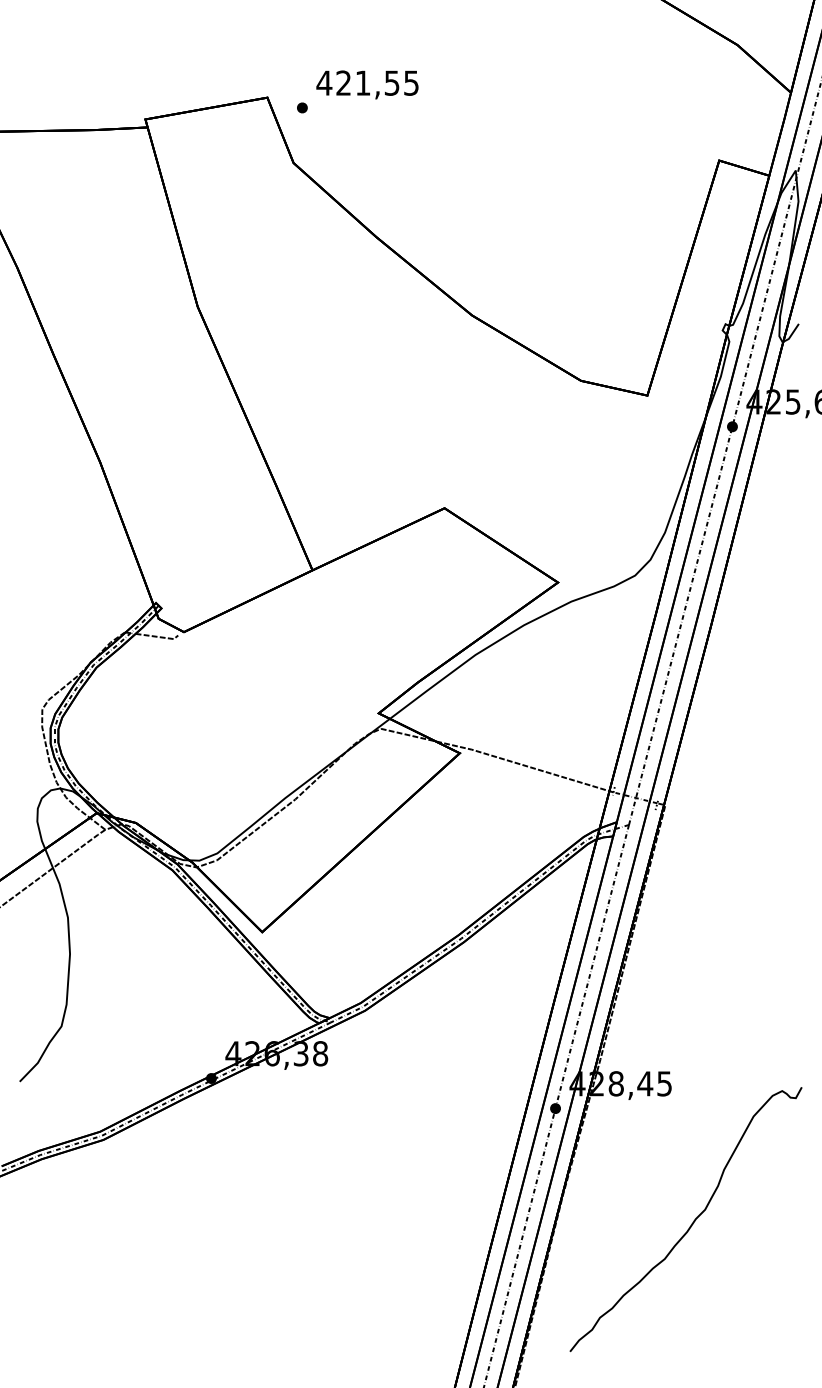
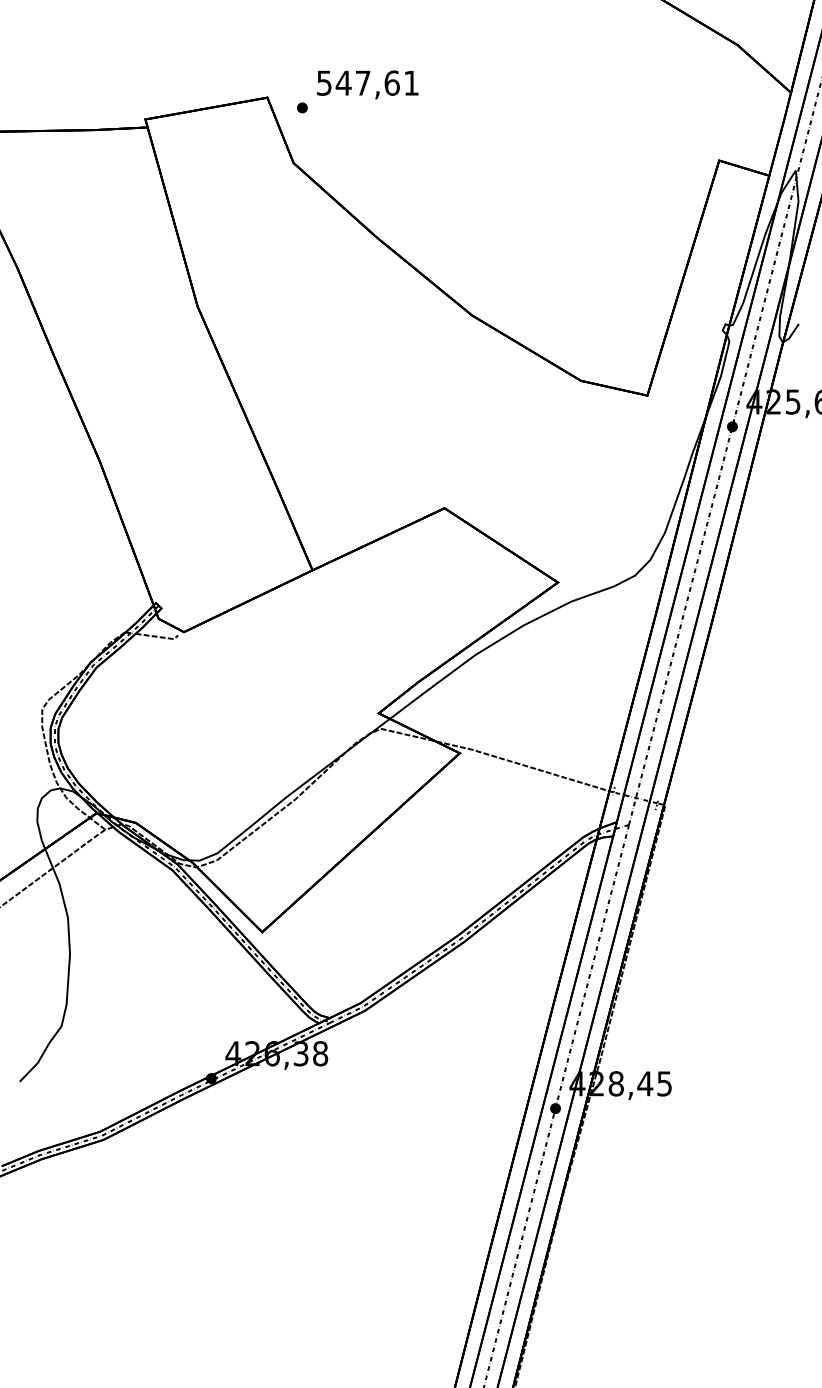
text at (367, 82): 421,55 -> 547,61
curve at (691, 1223): present -> none
